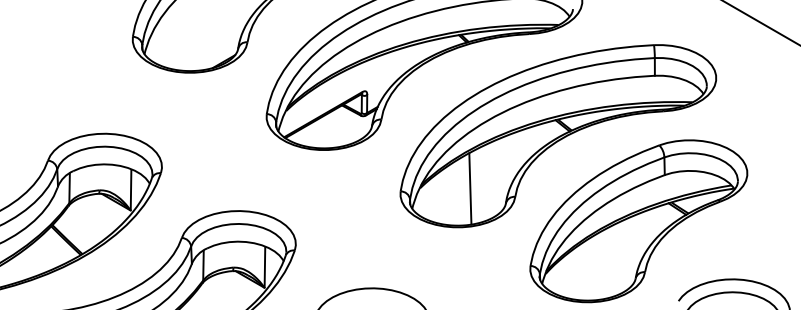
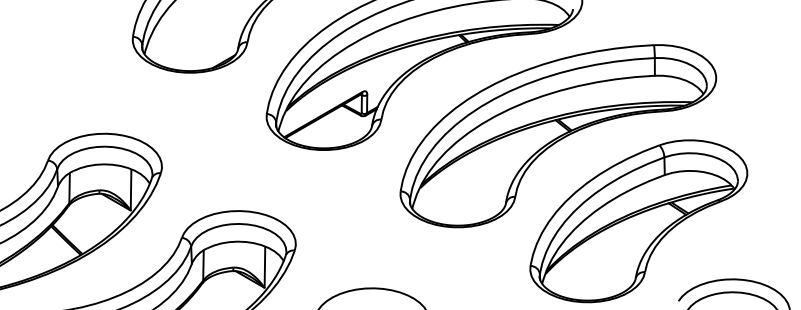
line at (761, 22): present -> none
line at (470, 188): present -> none
